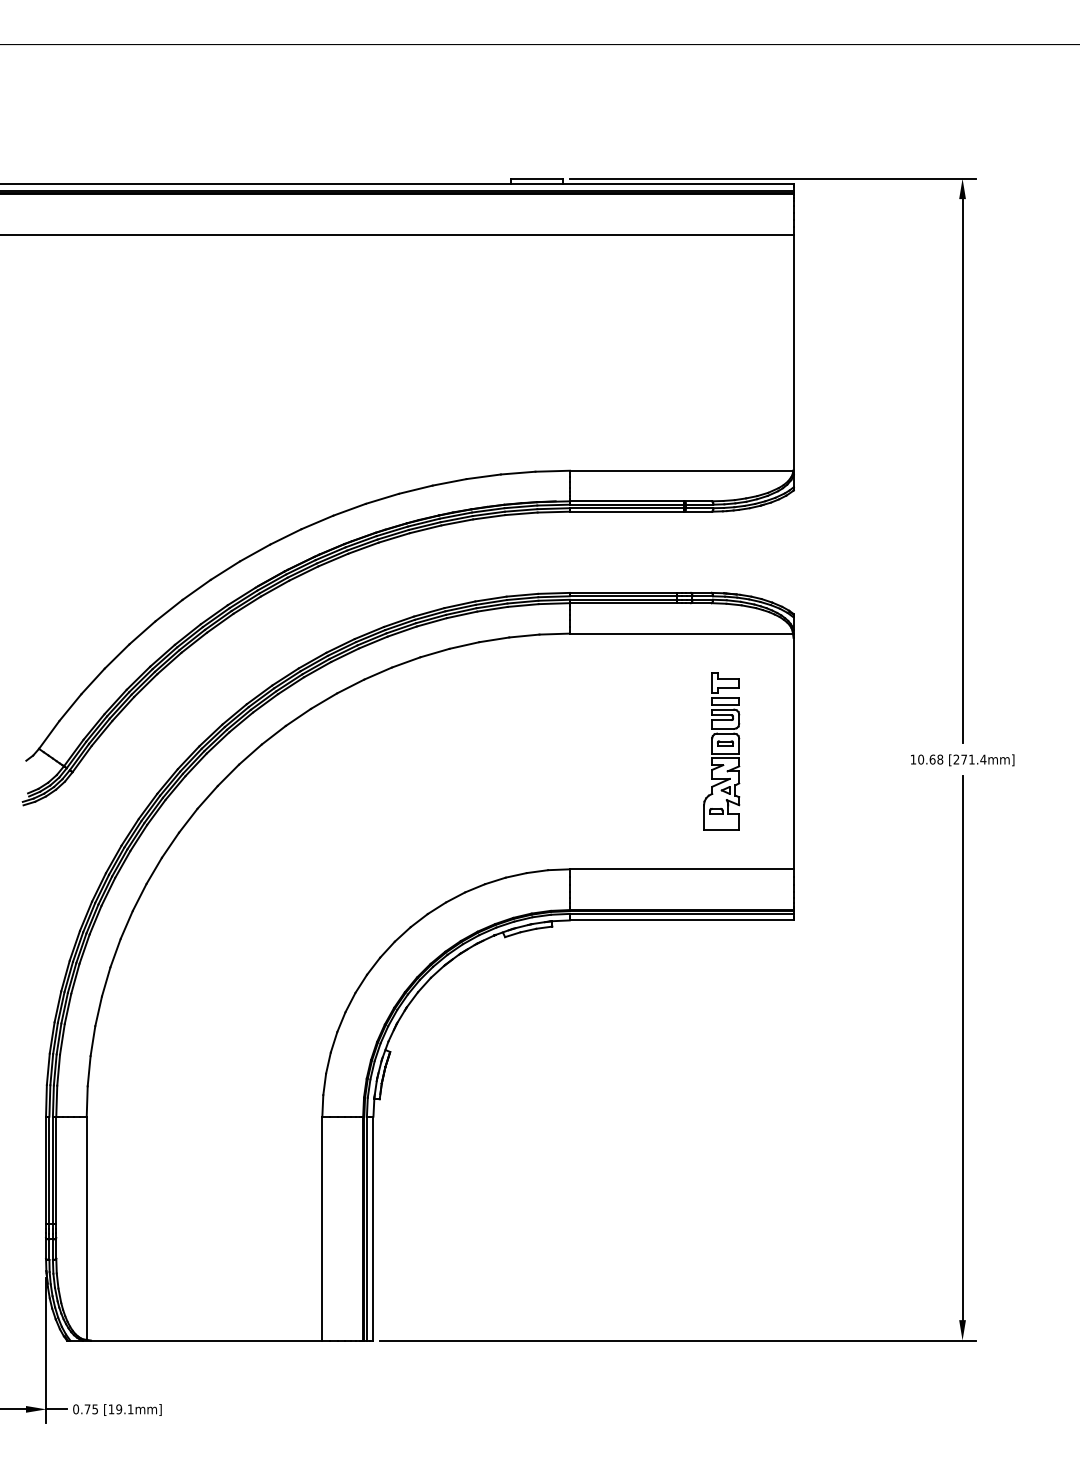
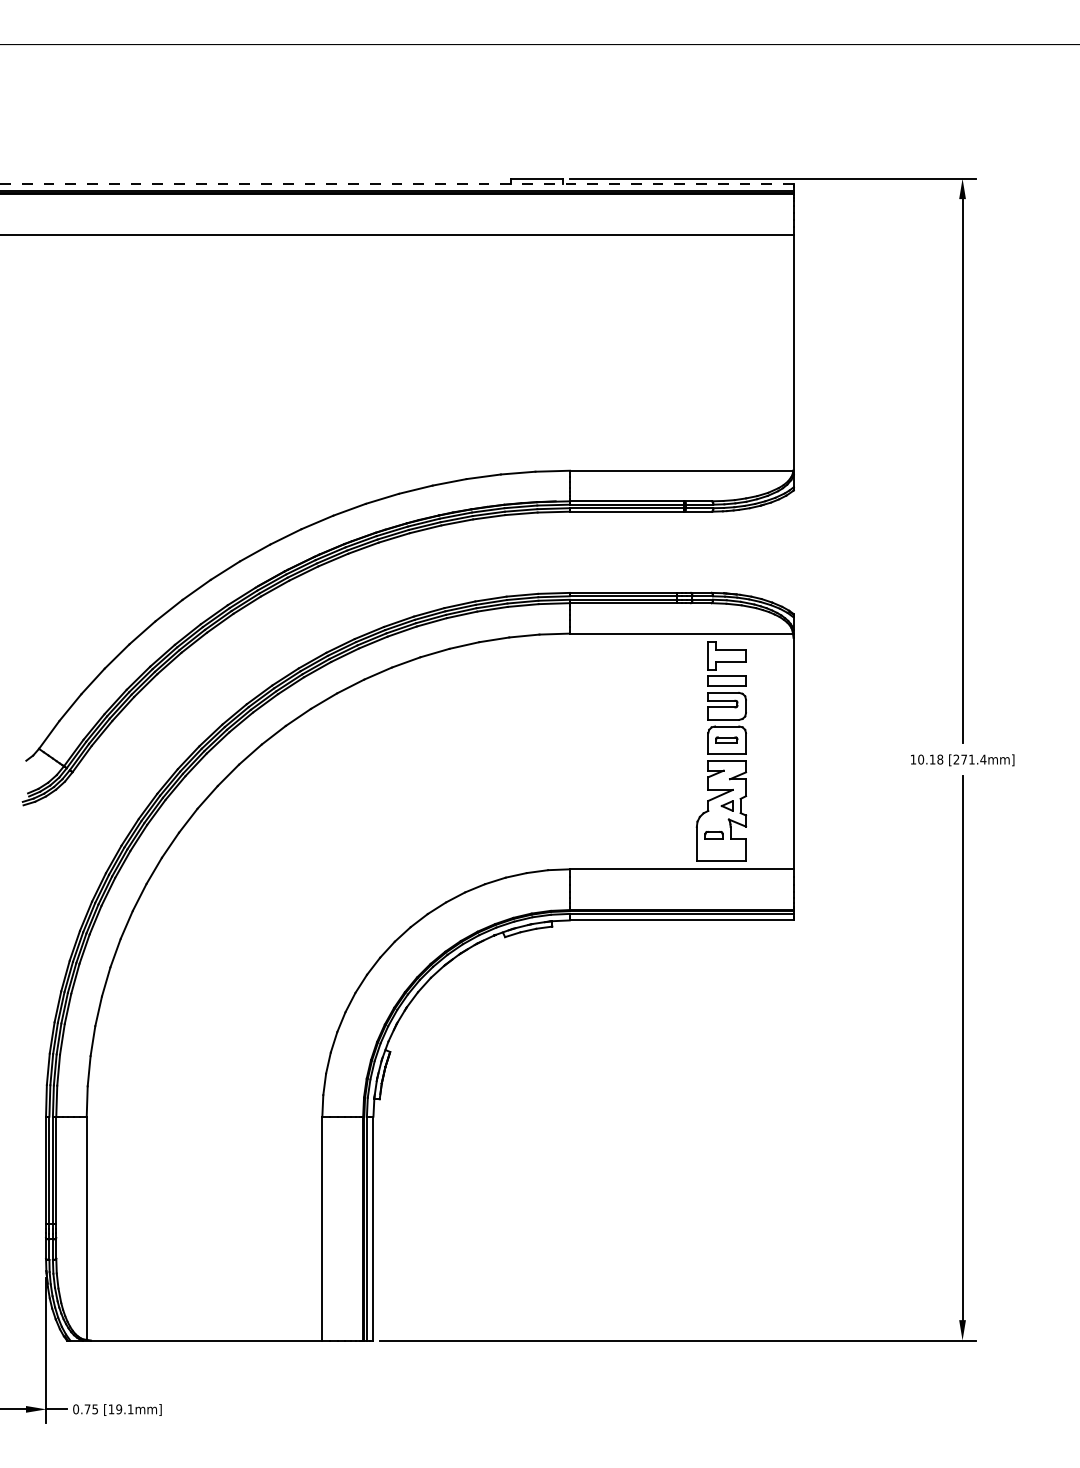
line at (396, 184): solid -> dashed
part at (721, 751) size: 38x159 px -> 53x221 px
text at (932, 759): 10.68 -> 10.18
